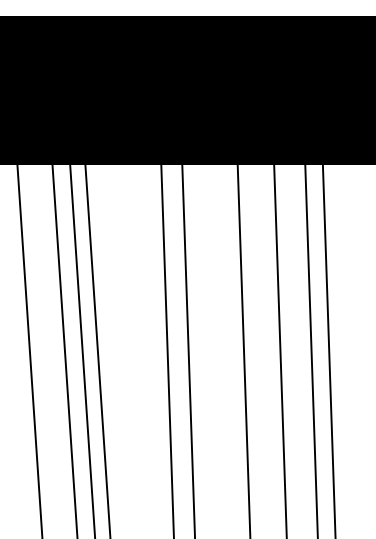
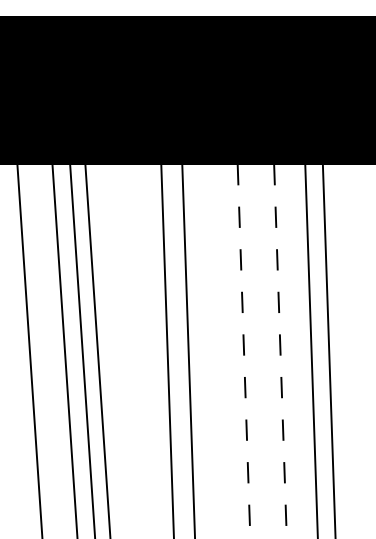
line at (243, 323): solid -> dashed
line at (279, 323): solid -> dashed
